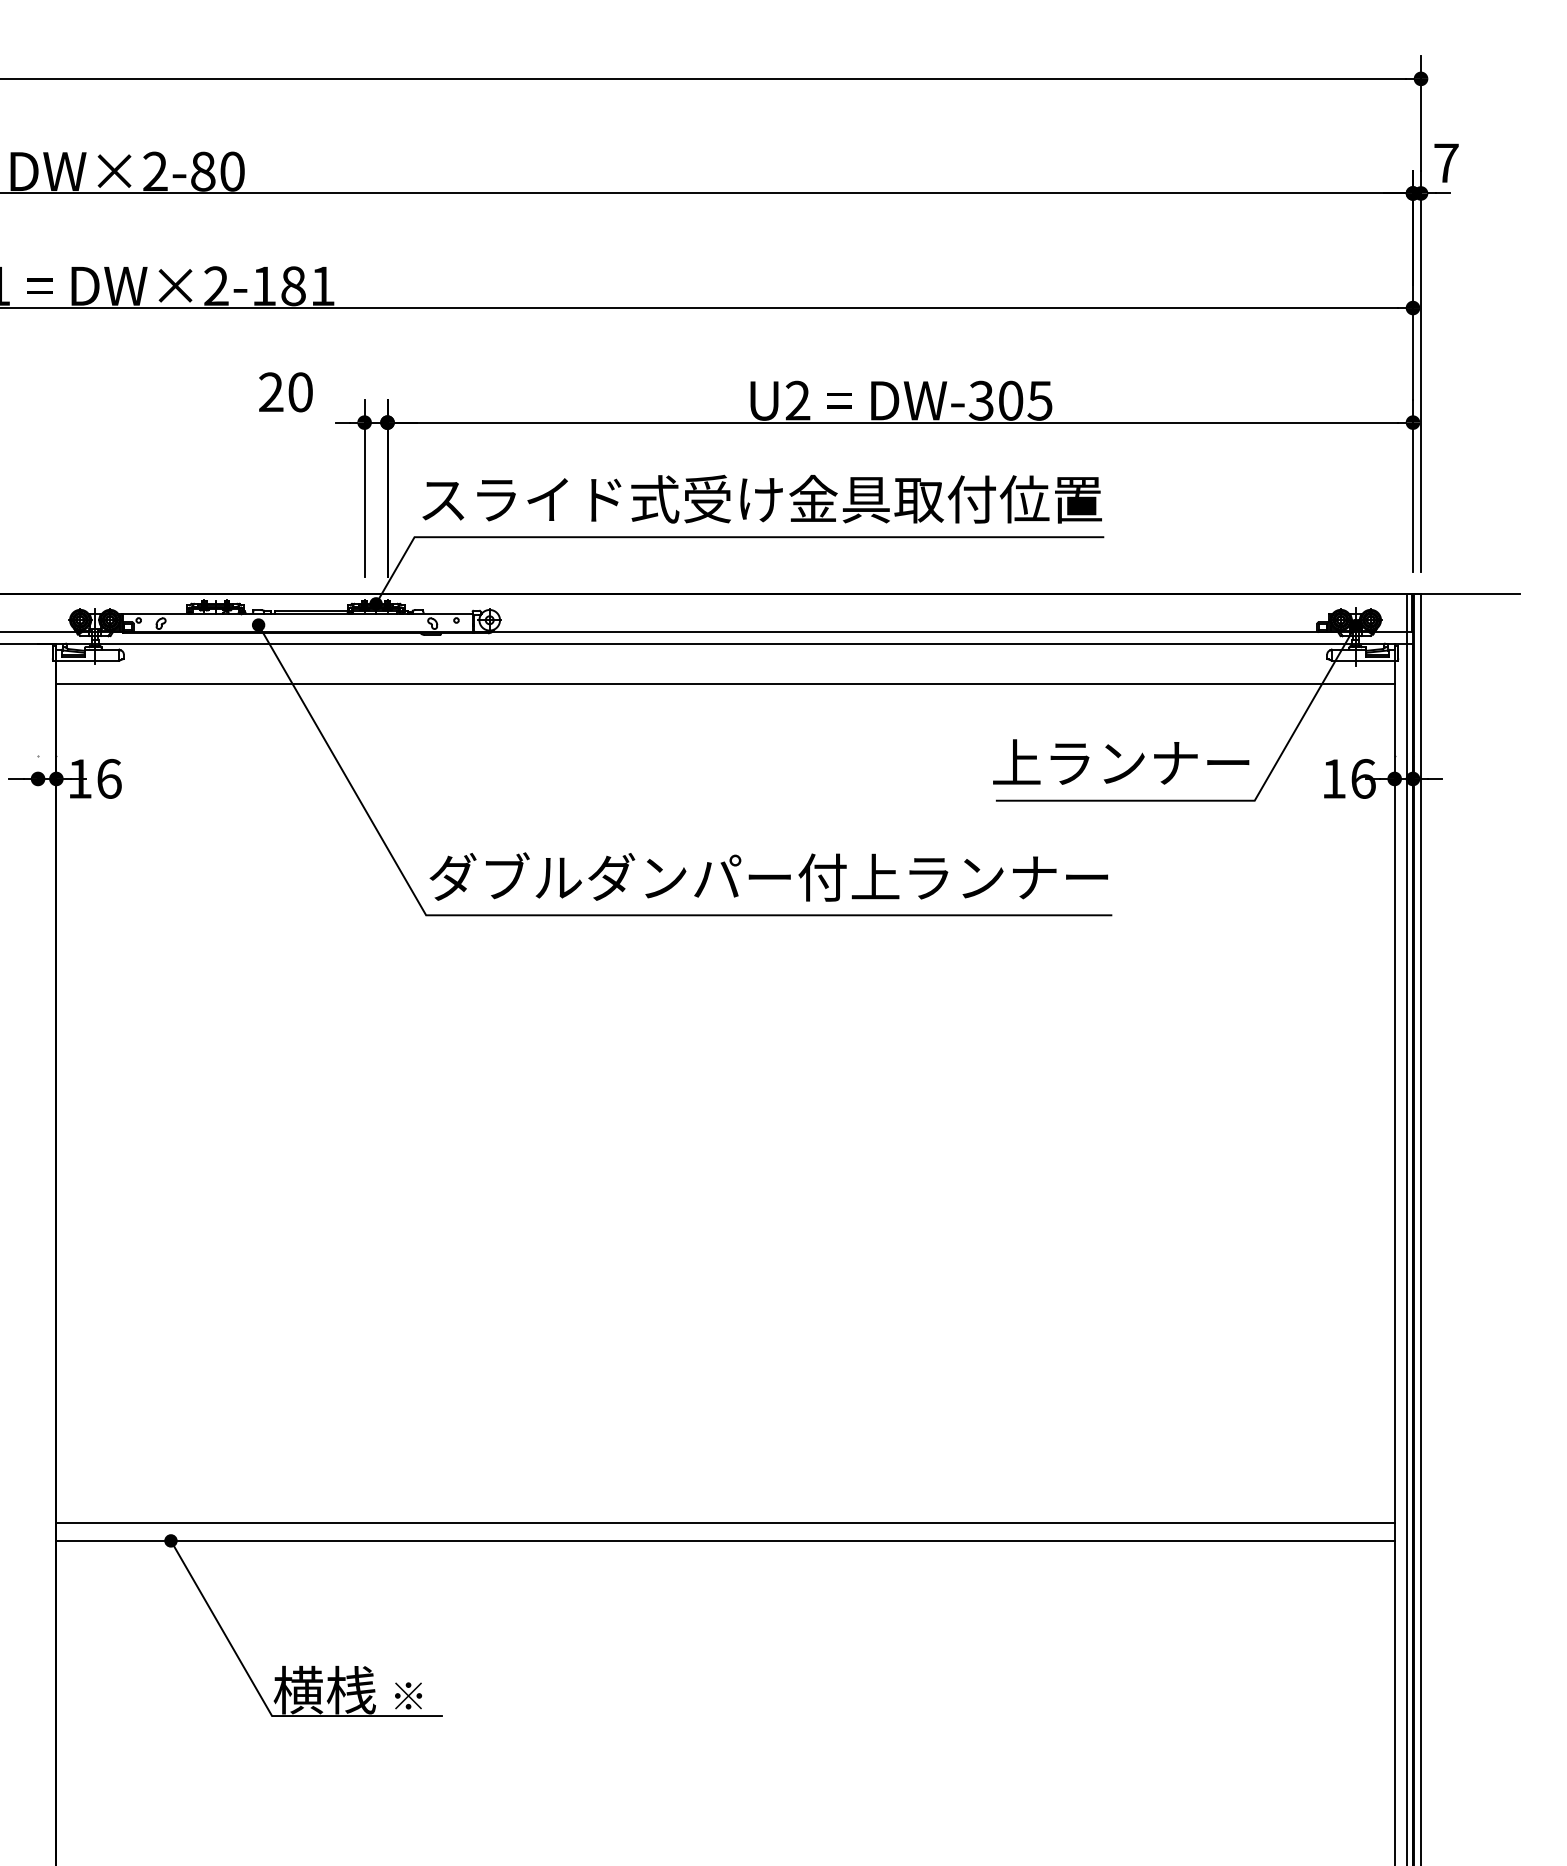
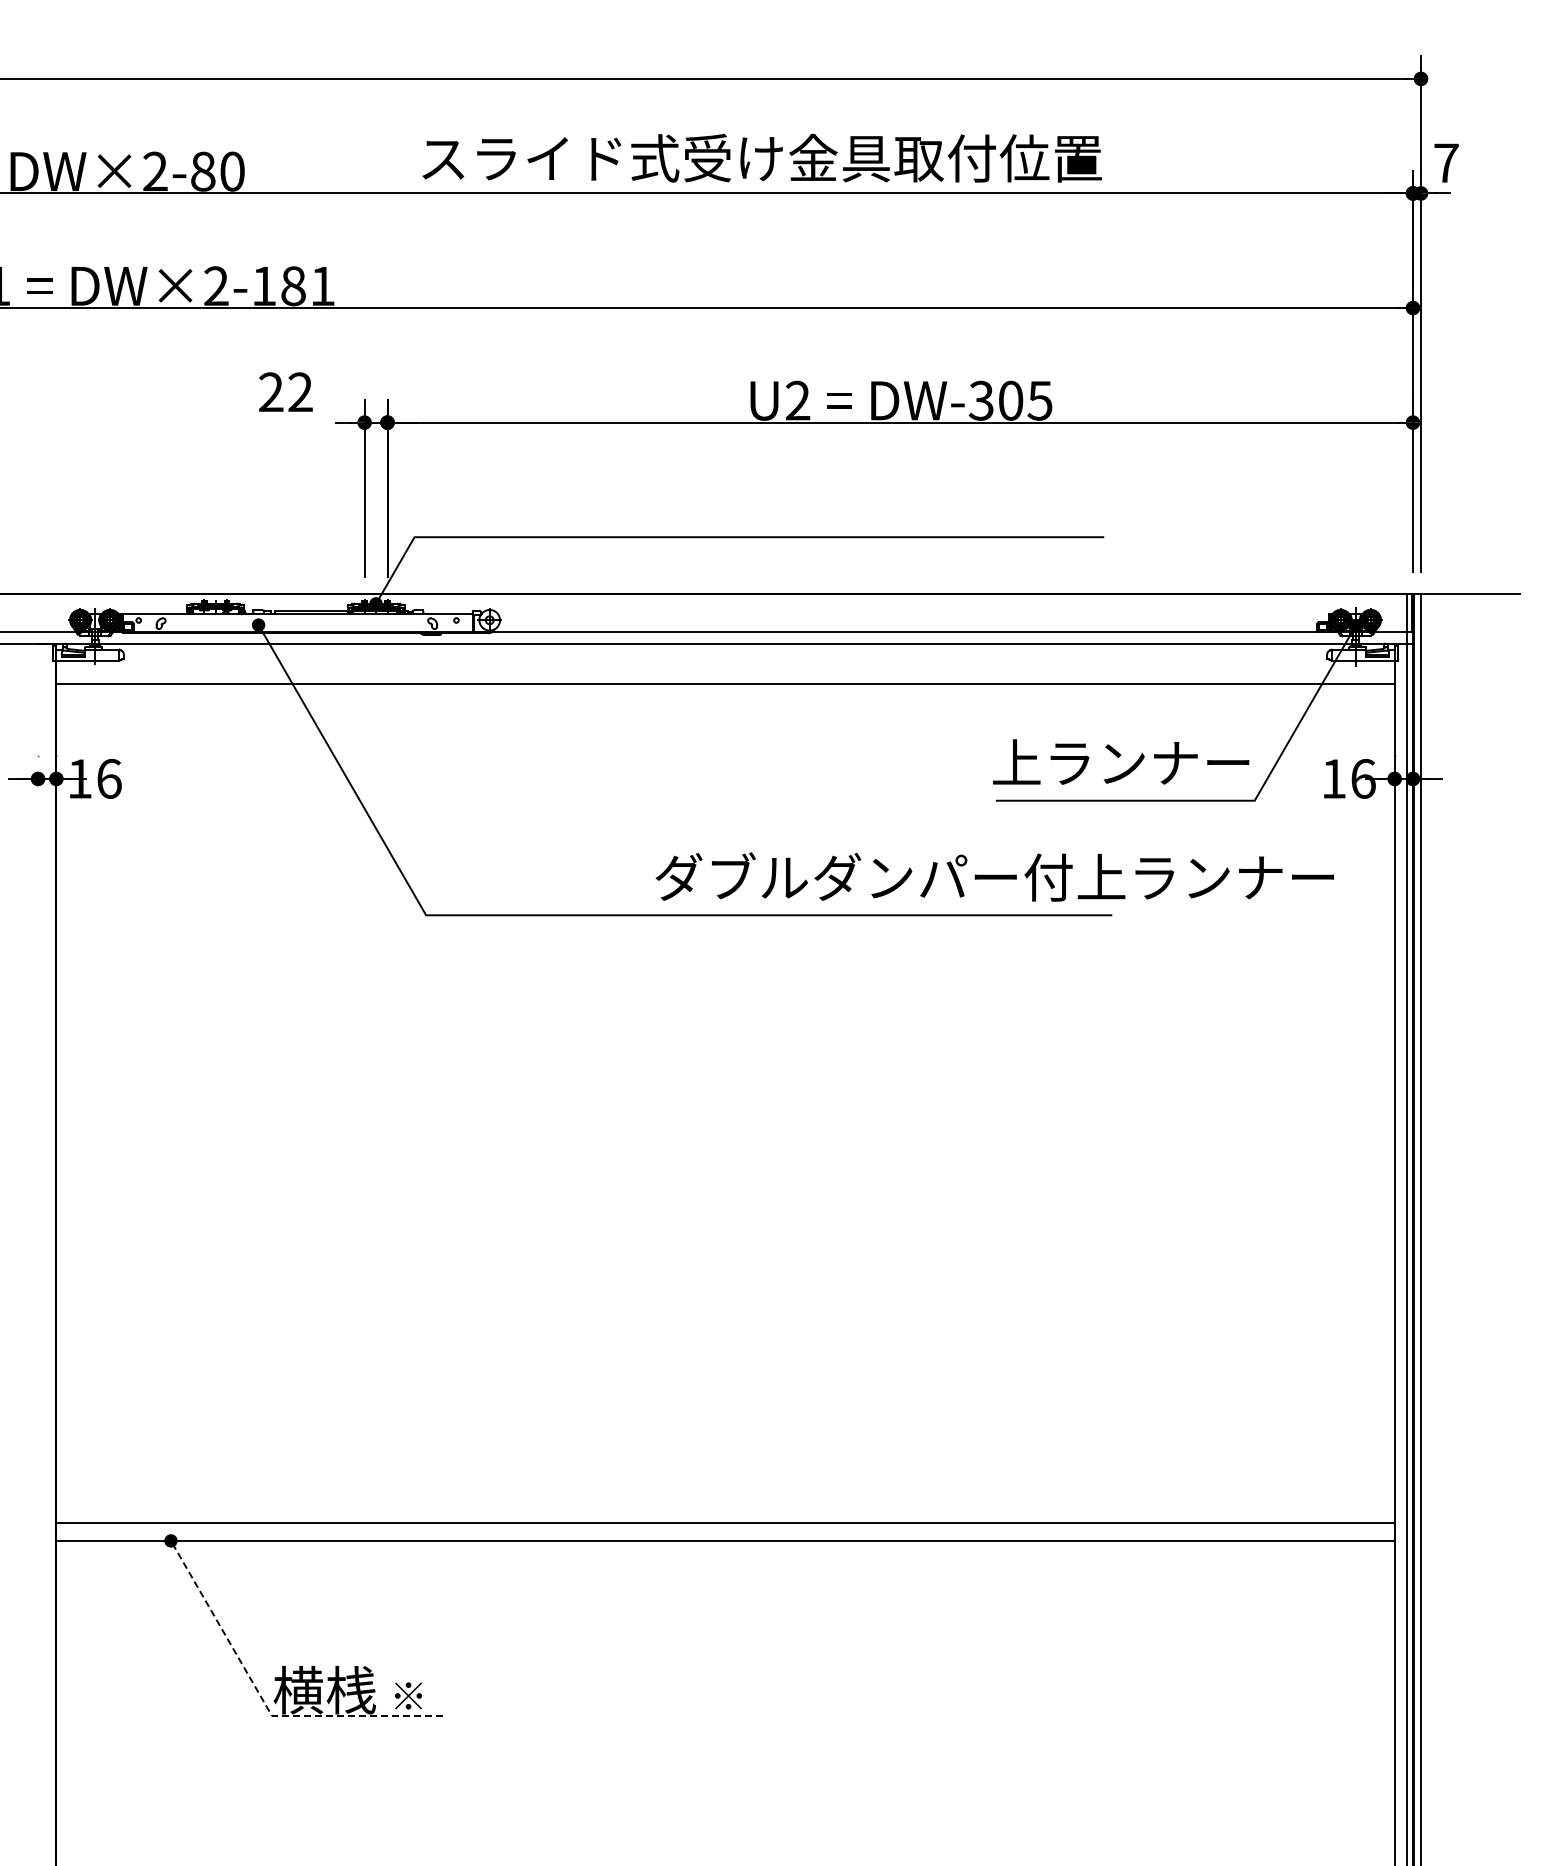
text at (300, 392): 20 -> 22
text at (761, 498) position: (761, 498) -> (761, 157)
text at (768, 876) position: (768, 876) -> (994, 876)
line at (264, 1702): solid -> dashed
